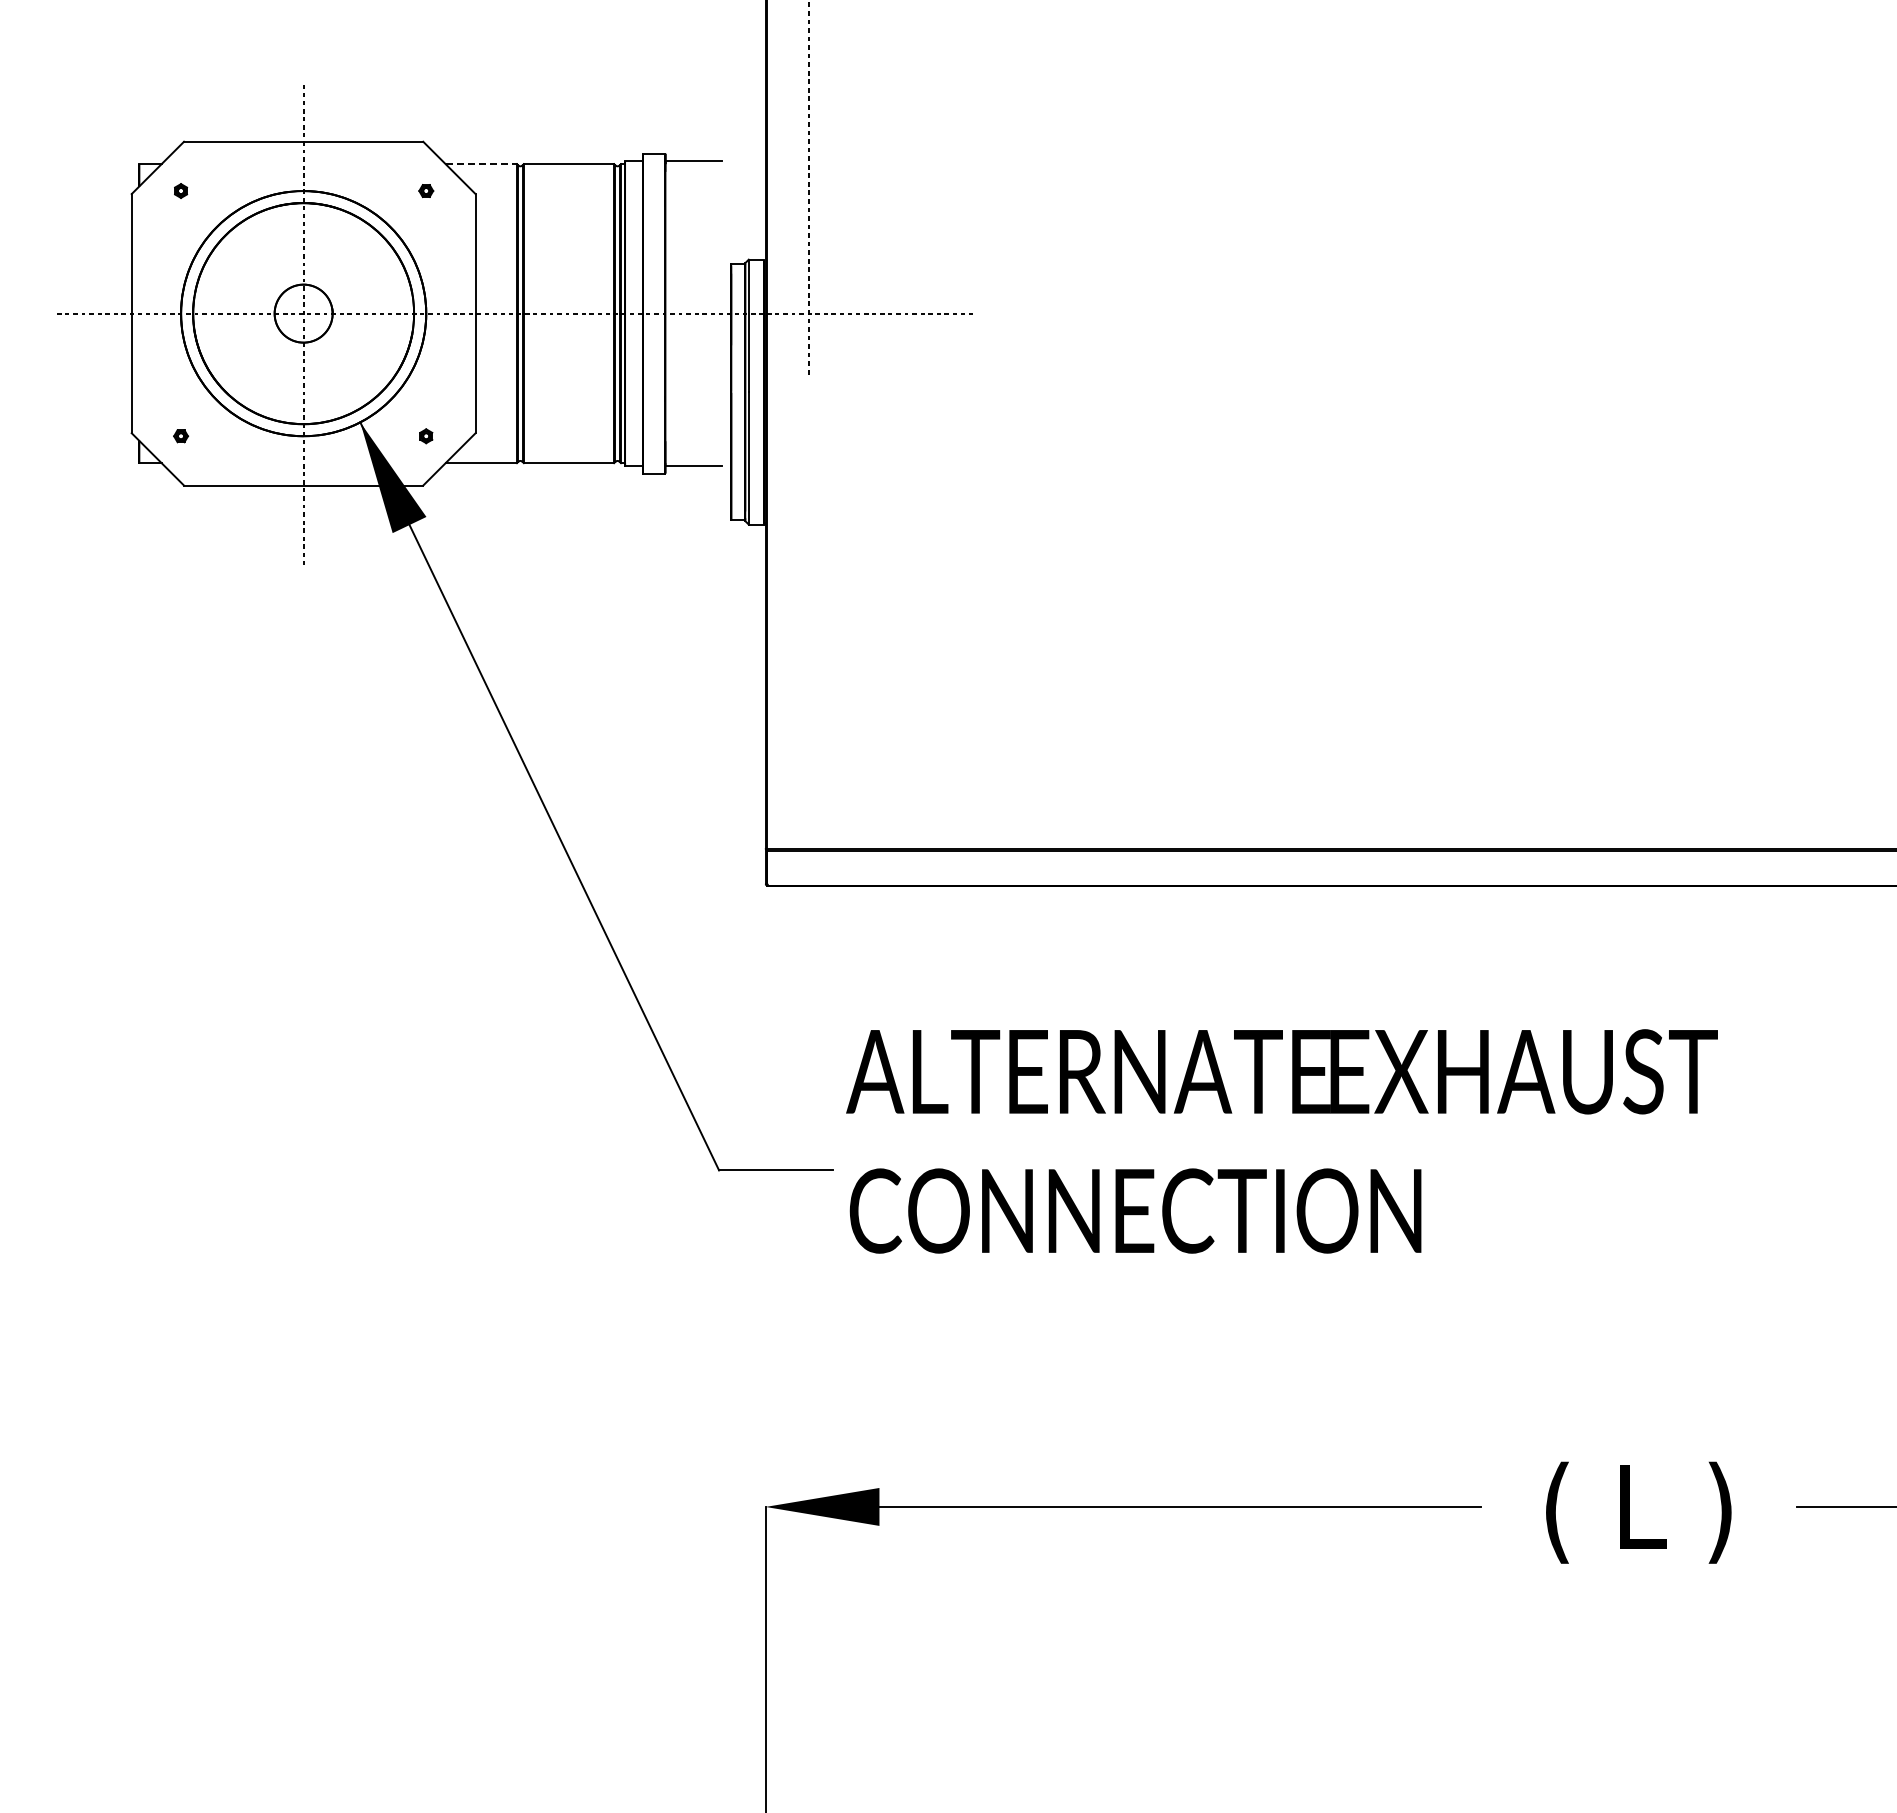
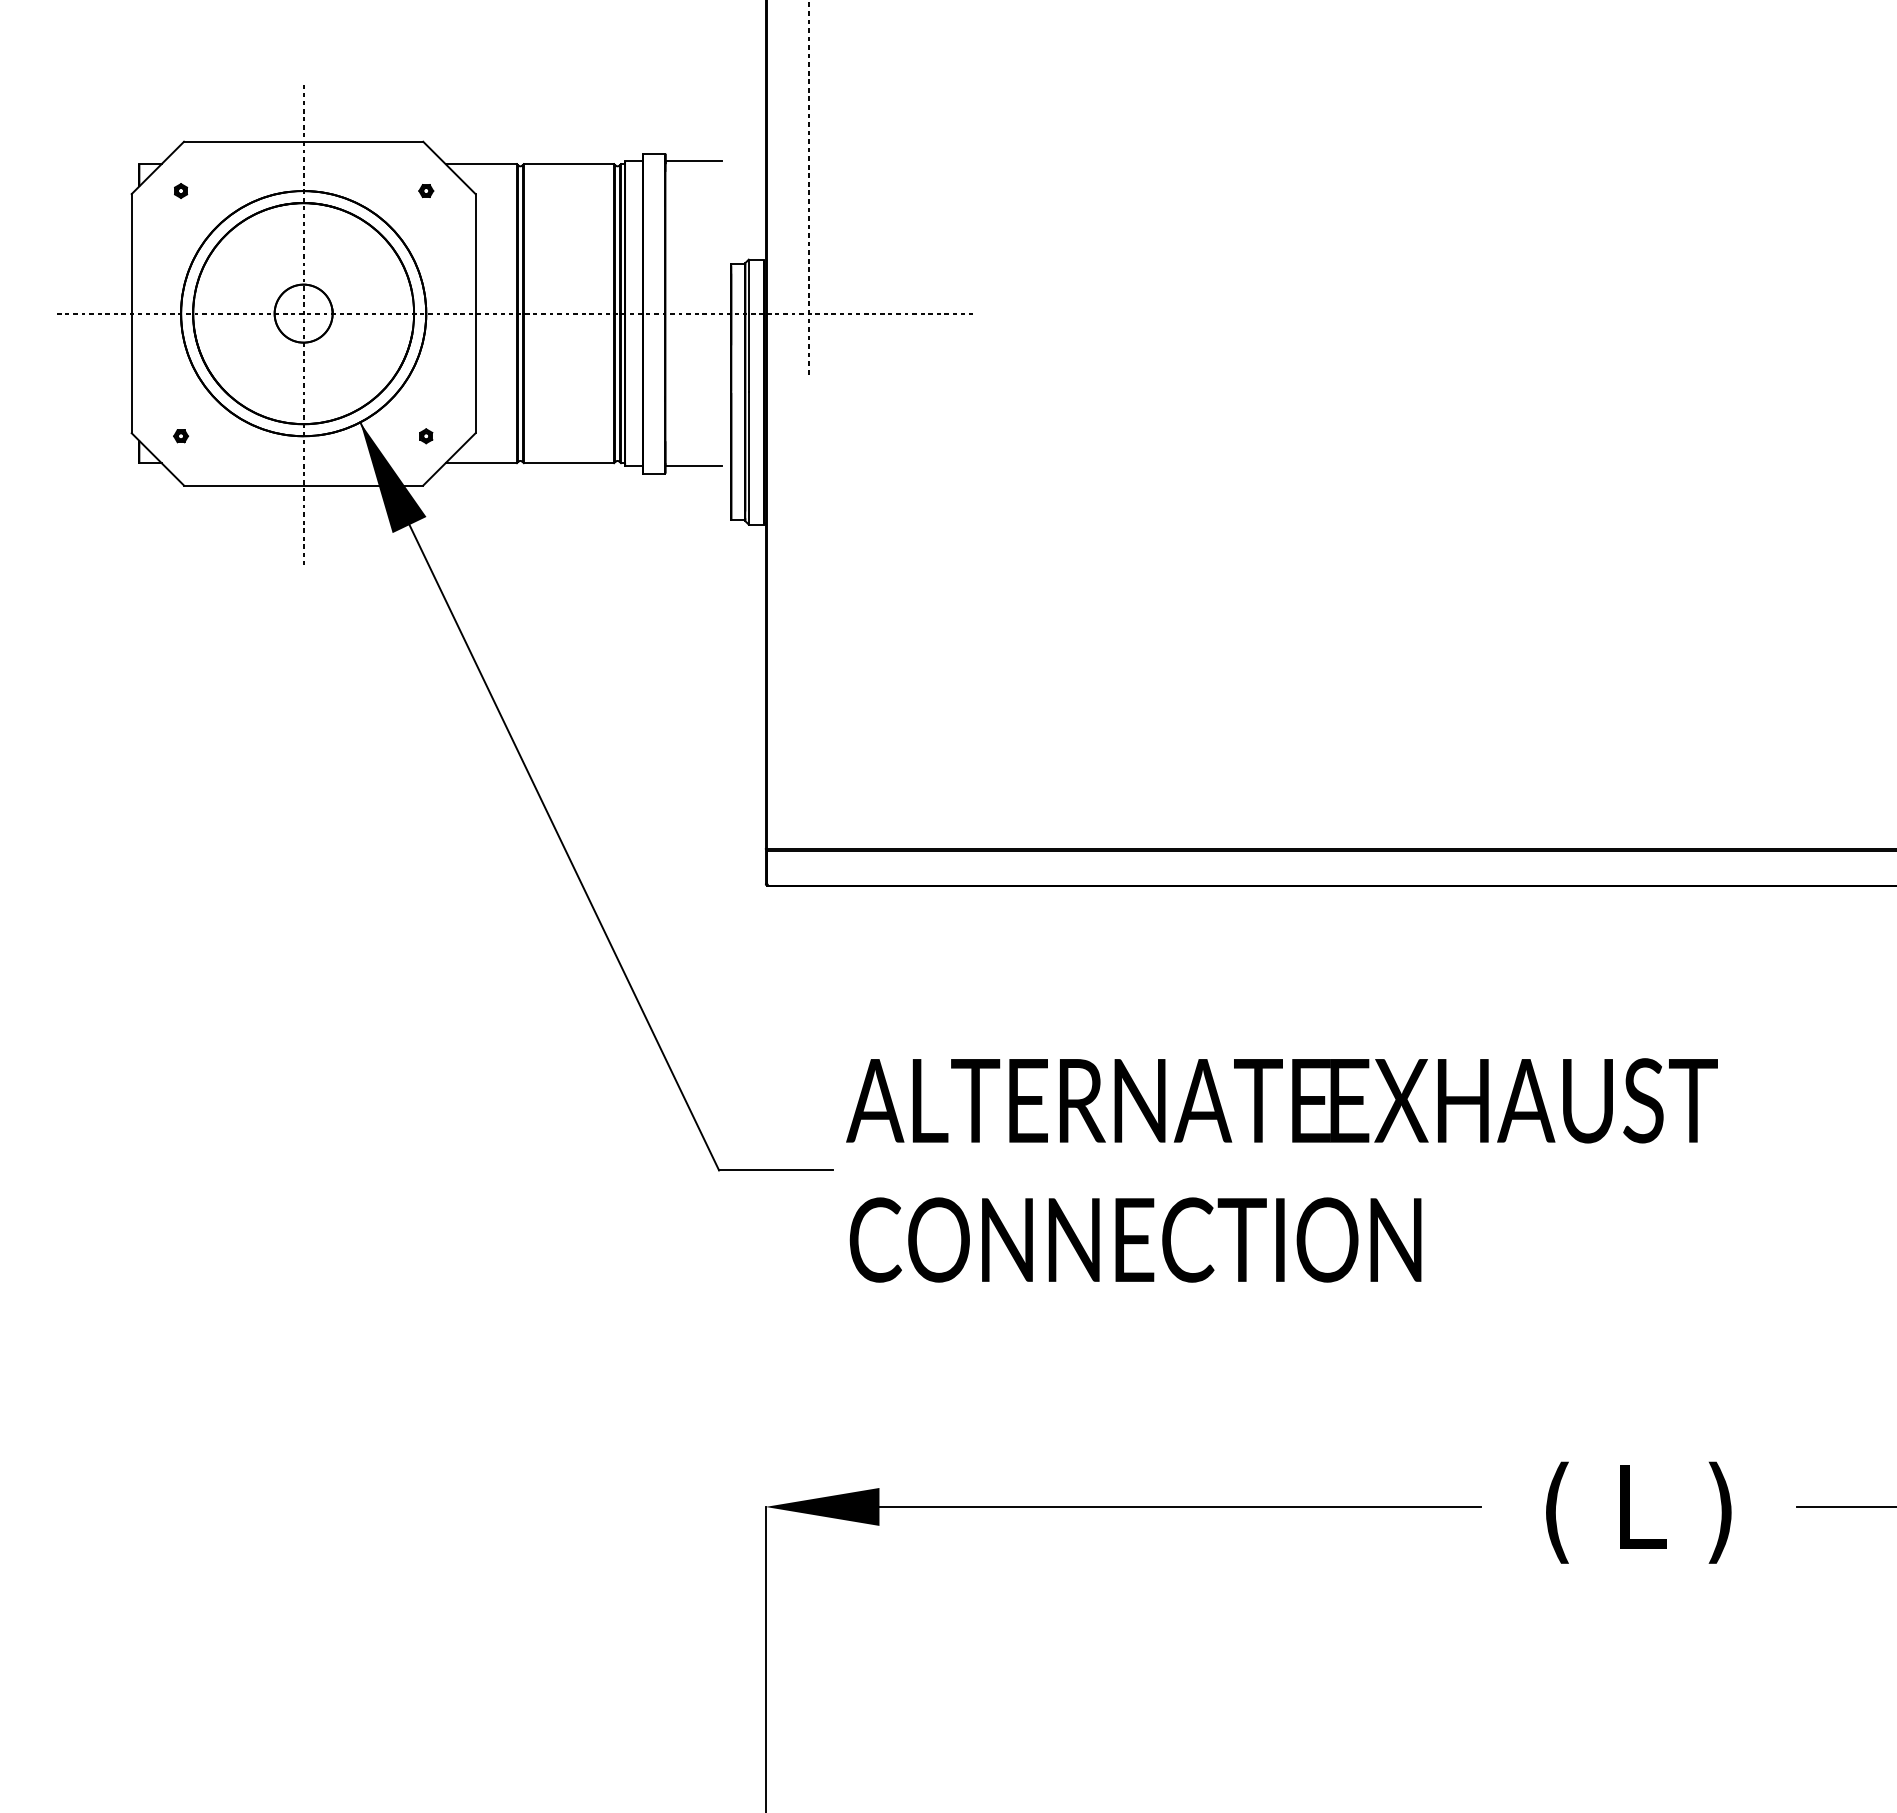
line at (481, 164): dashed -> solid
text at (1281, 1141) position: (1281, 1141) -> (1281, 1170)
